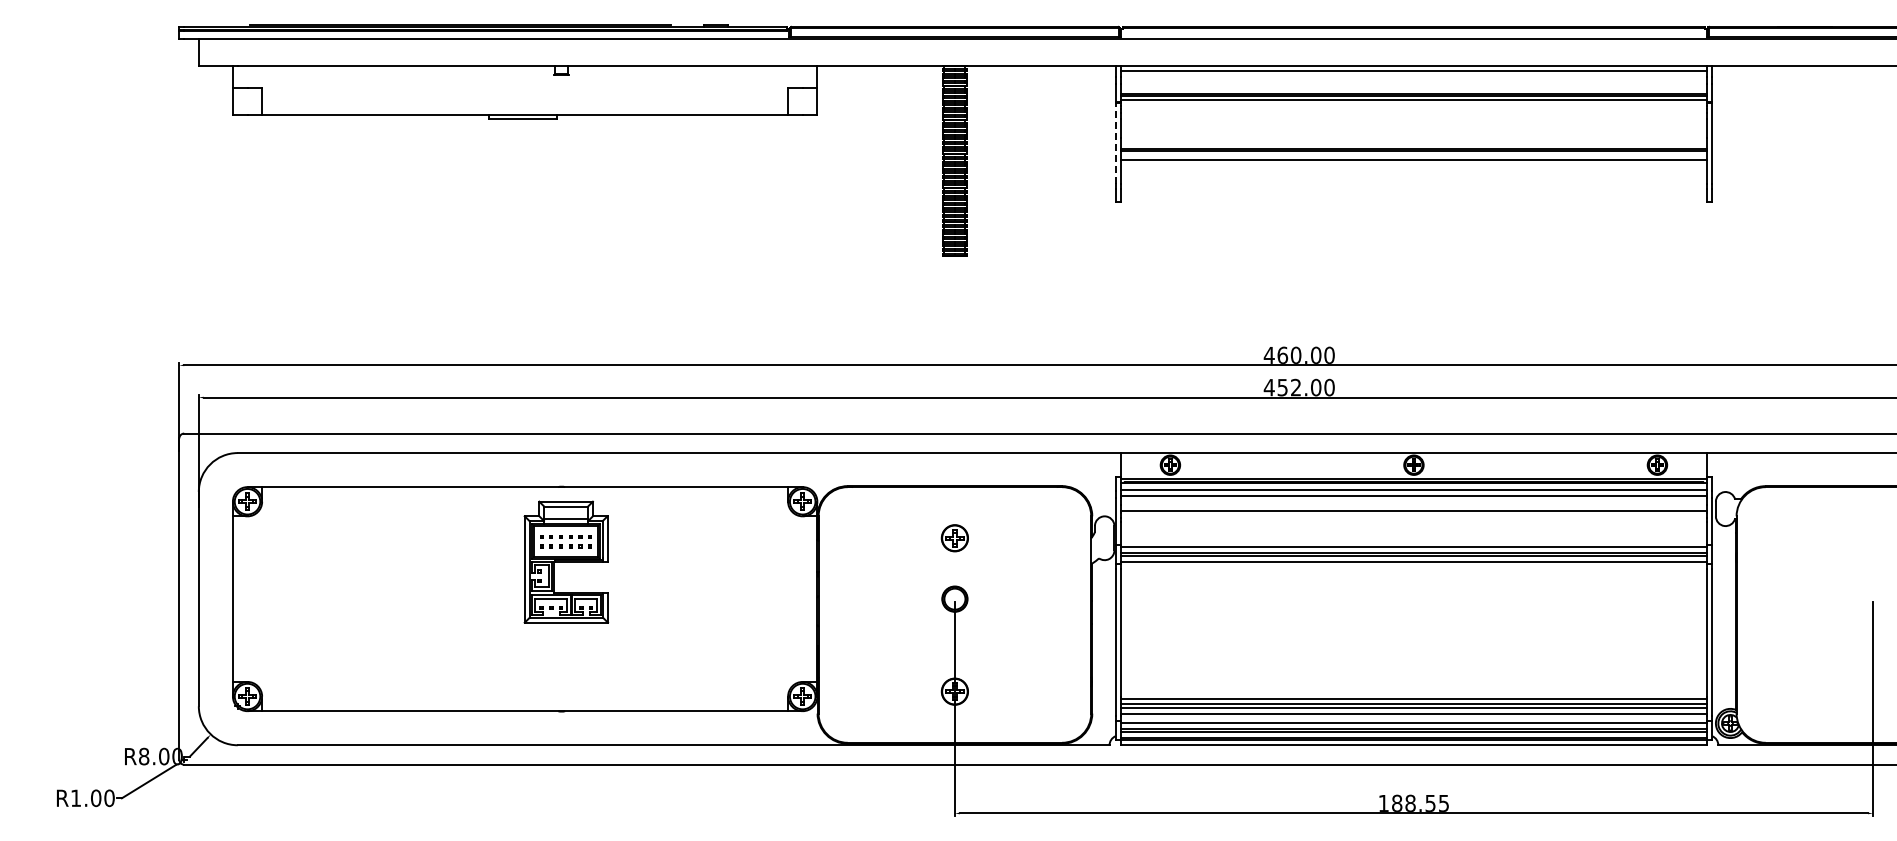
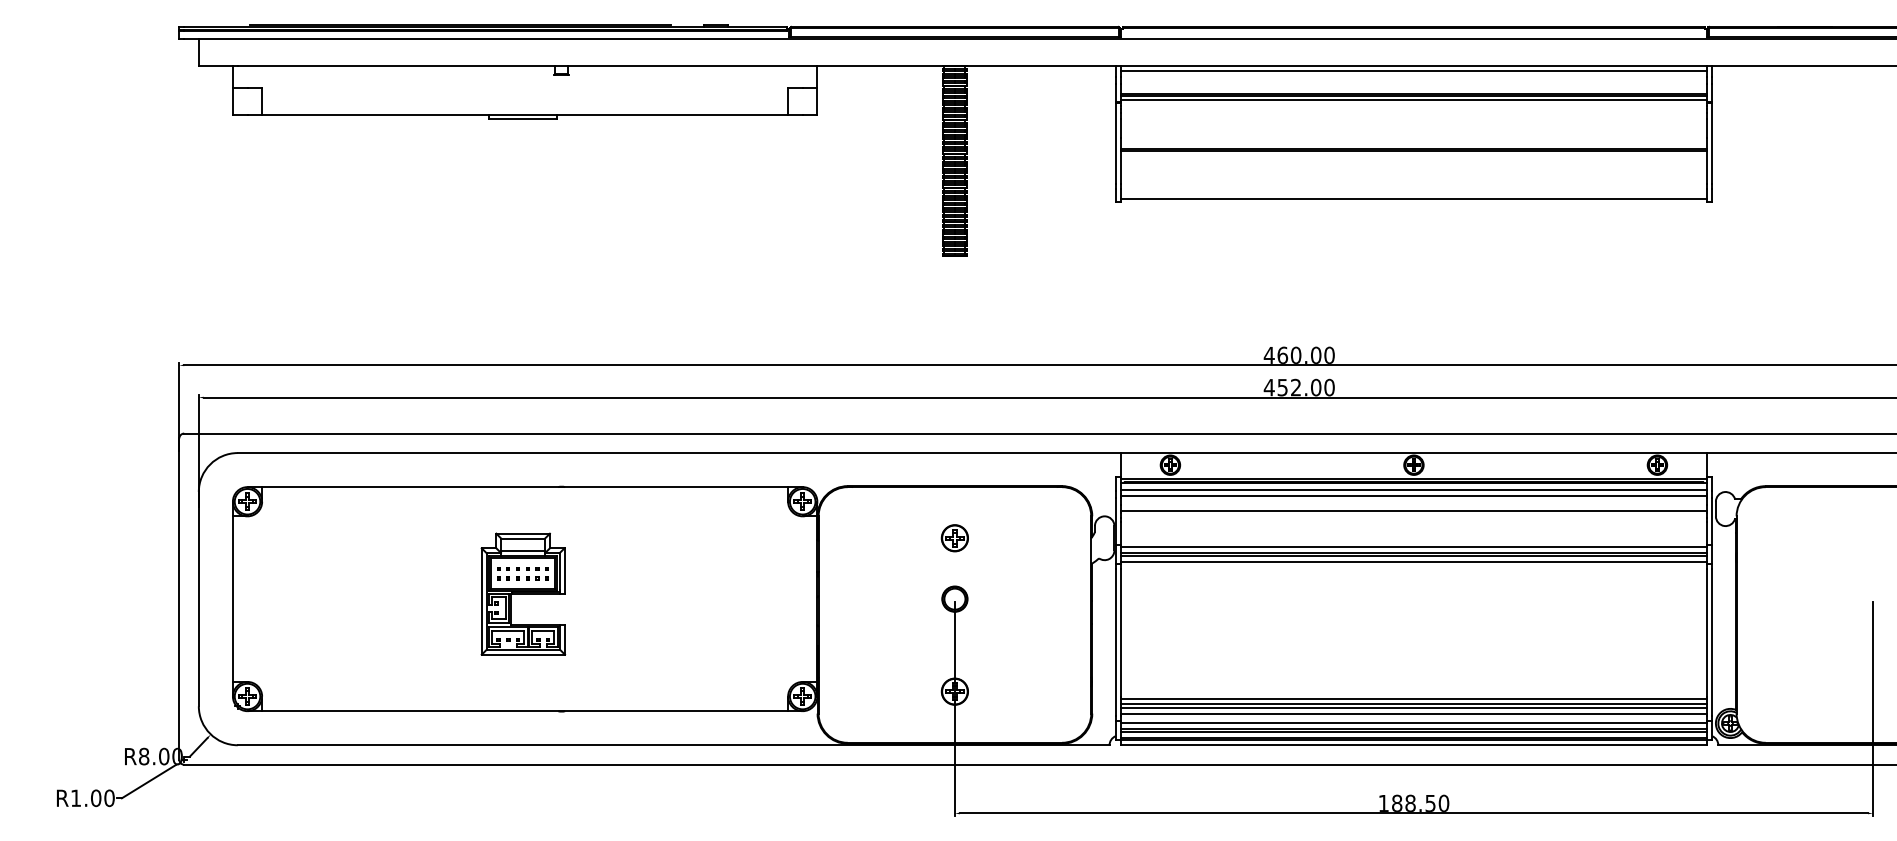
line at (1115, 143): dashed -> solid
line at (1413, 159) position: (1413, 159) -> (1413, 198)
part at (566, 561) position: (566, 561) -> (523, 593)
text at (1443, 802): 188.55 -> 188.50
